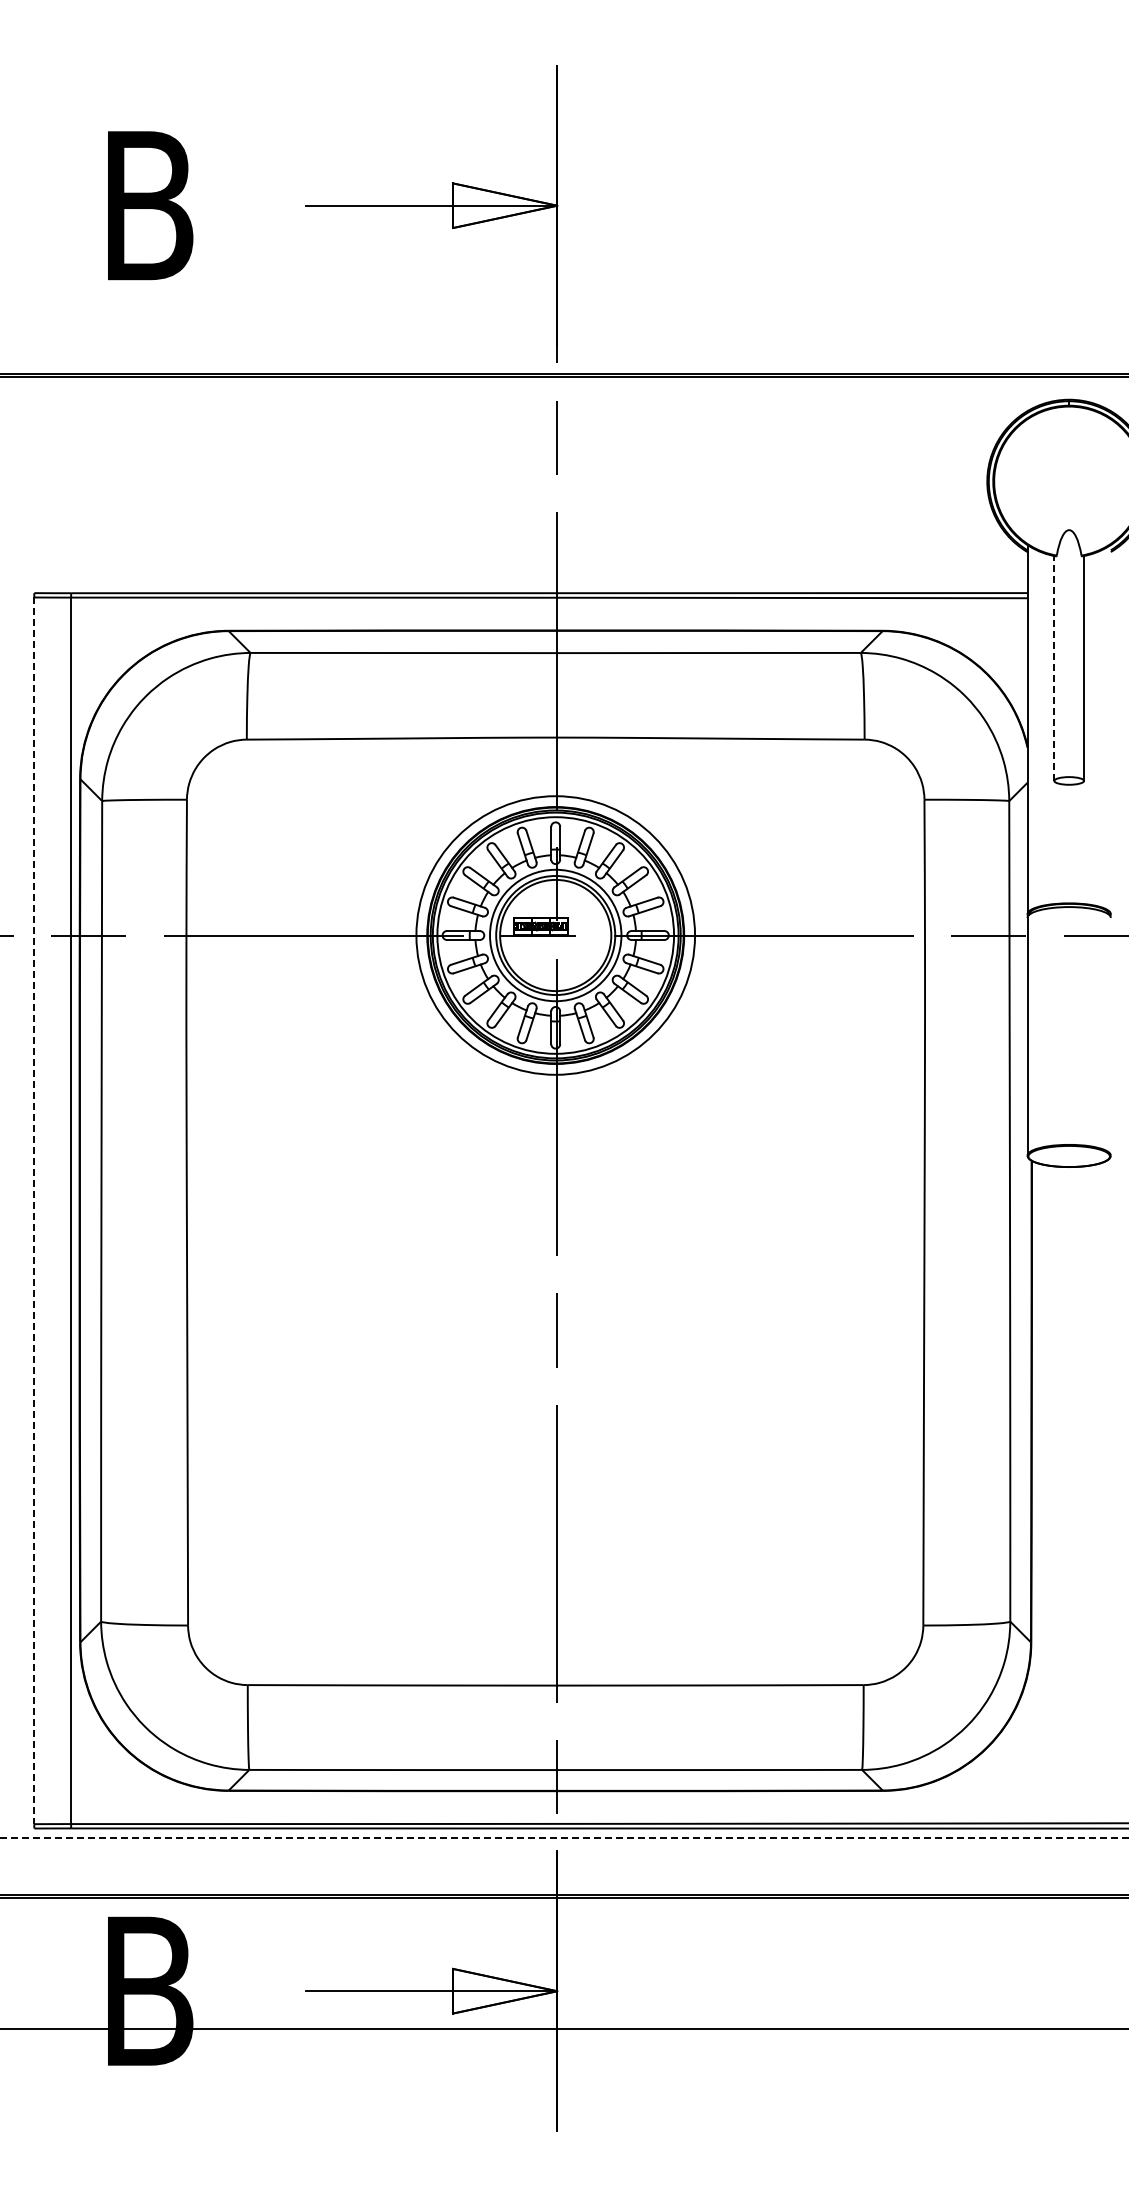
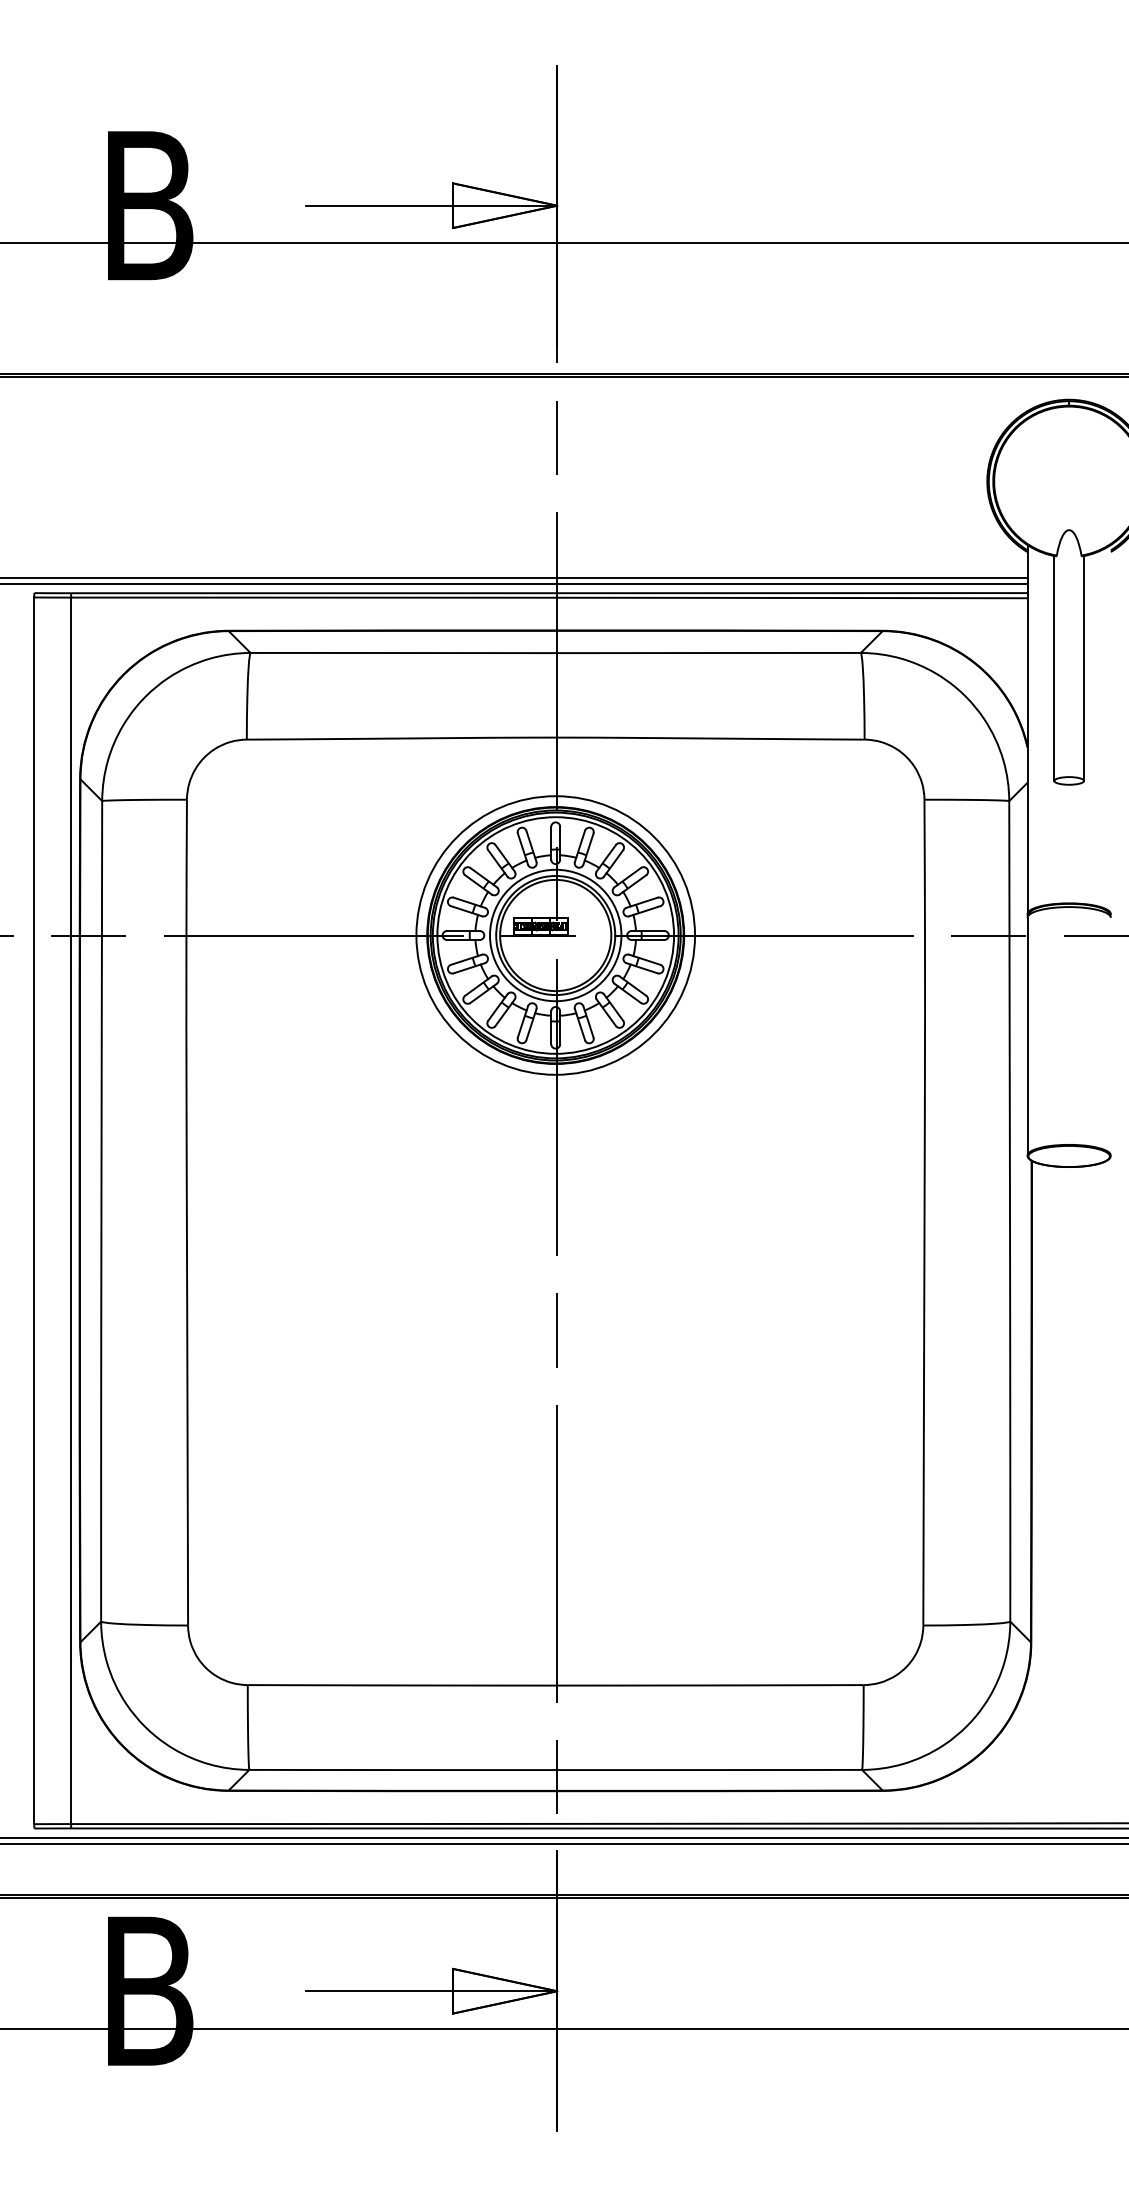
line at (563, 243): none -> present
line at (514, 578): none -> present
line at (514, 583): none -> present
line at (1054, 667): dashed -> solid
line at (34, 1211): dashed -> solid
line at (564, 1837): dashed -> solid
line at (563, 1843): none -> present
